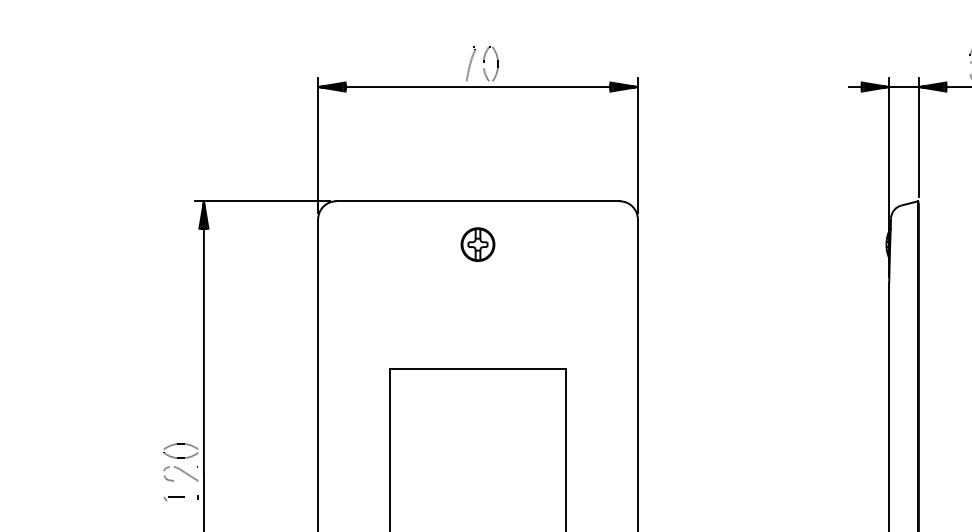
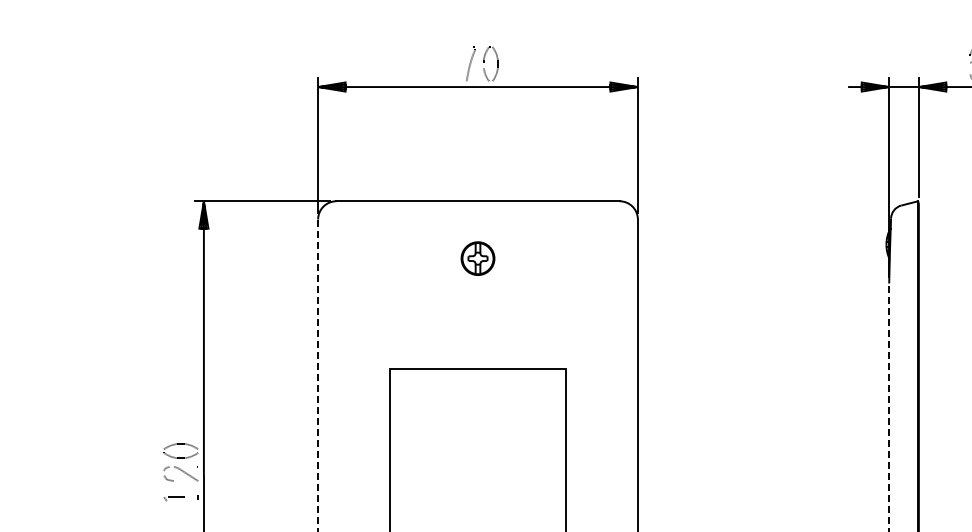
part at (477, 244) position: (477, 244) -> (477, 258)
line at (318, 375): solid -> dashed
line at (889, 407): solid -> dashed
